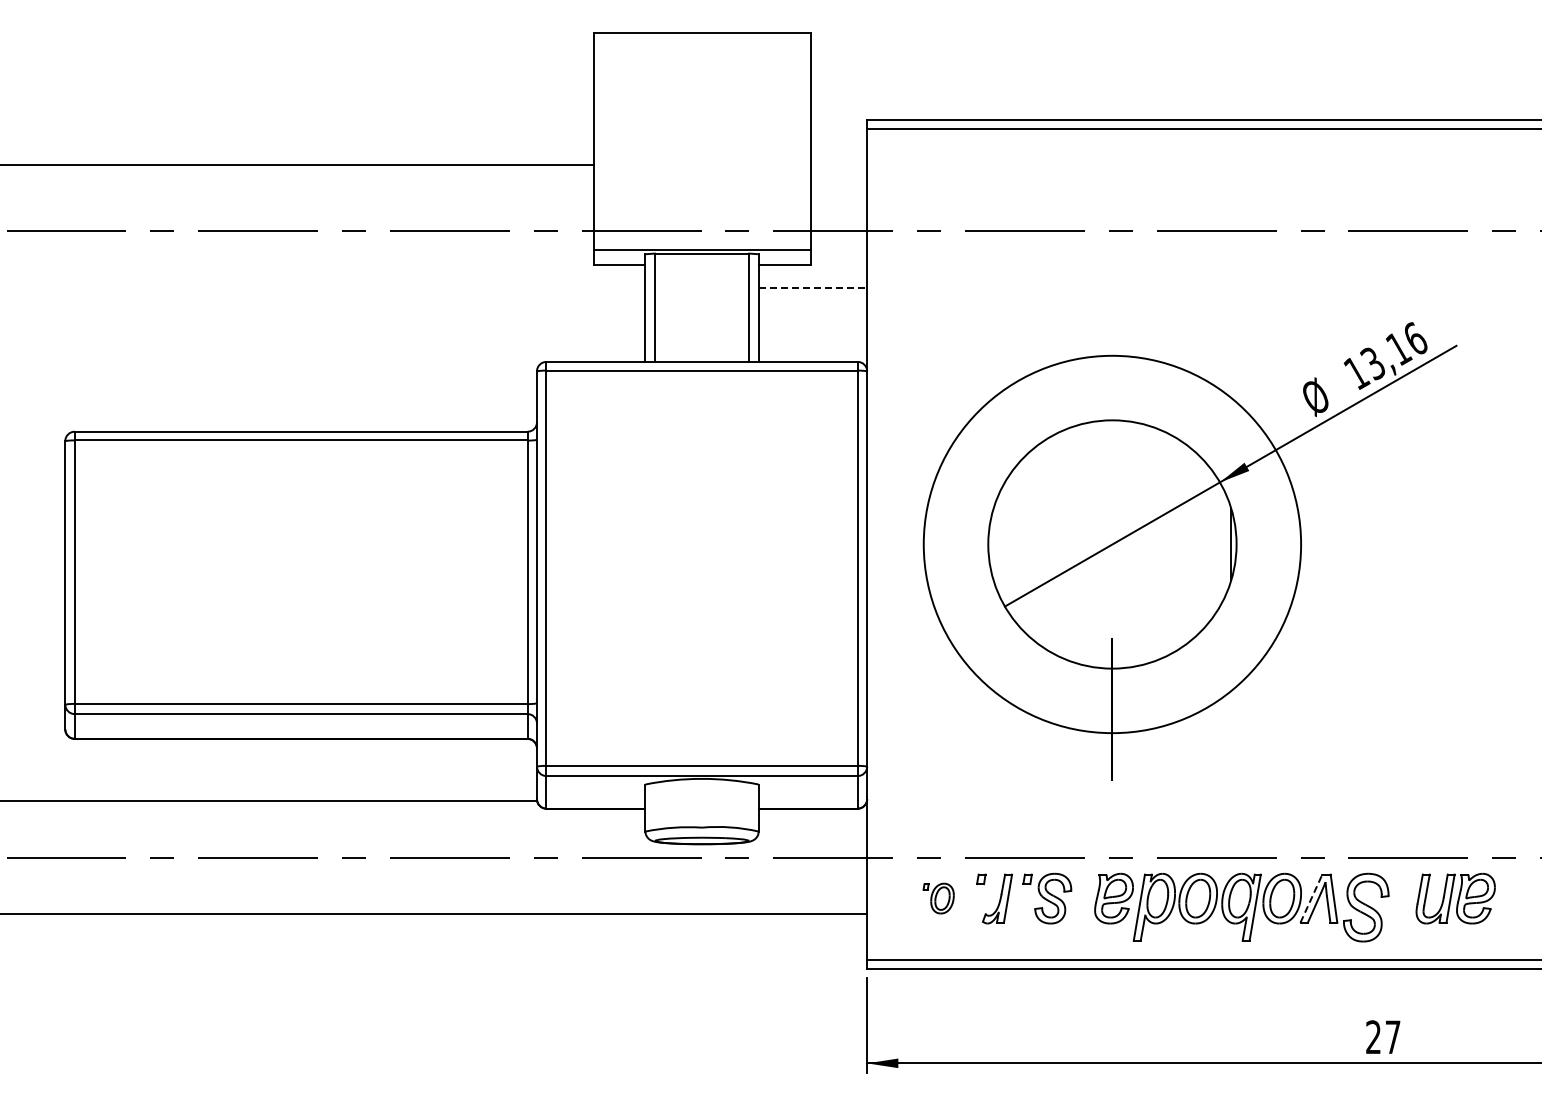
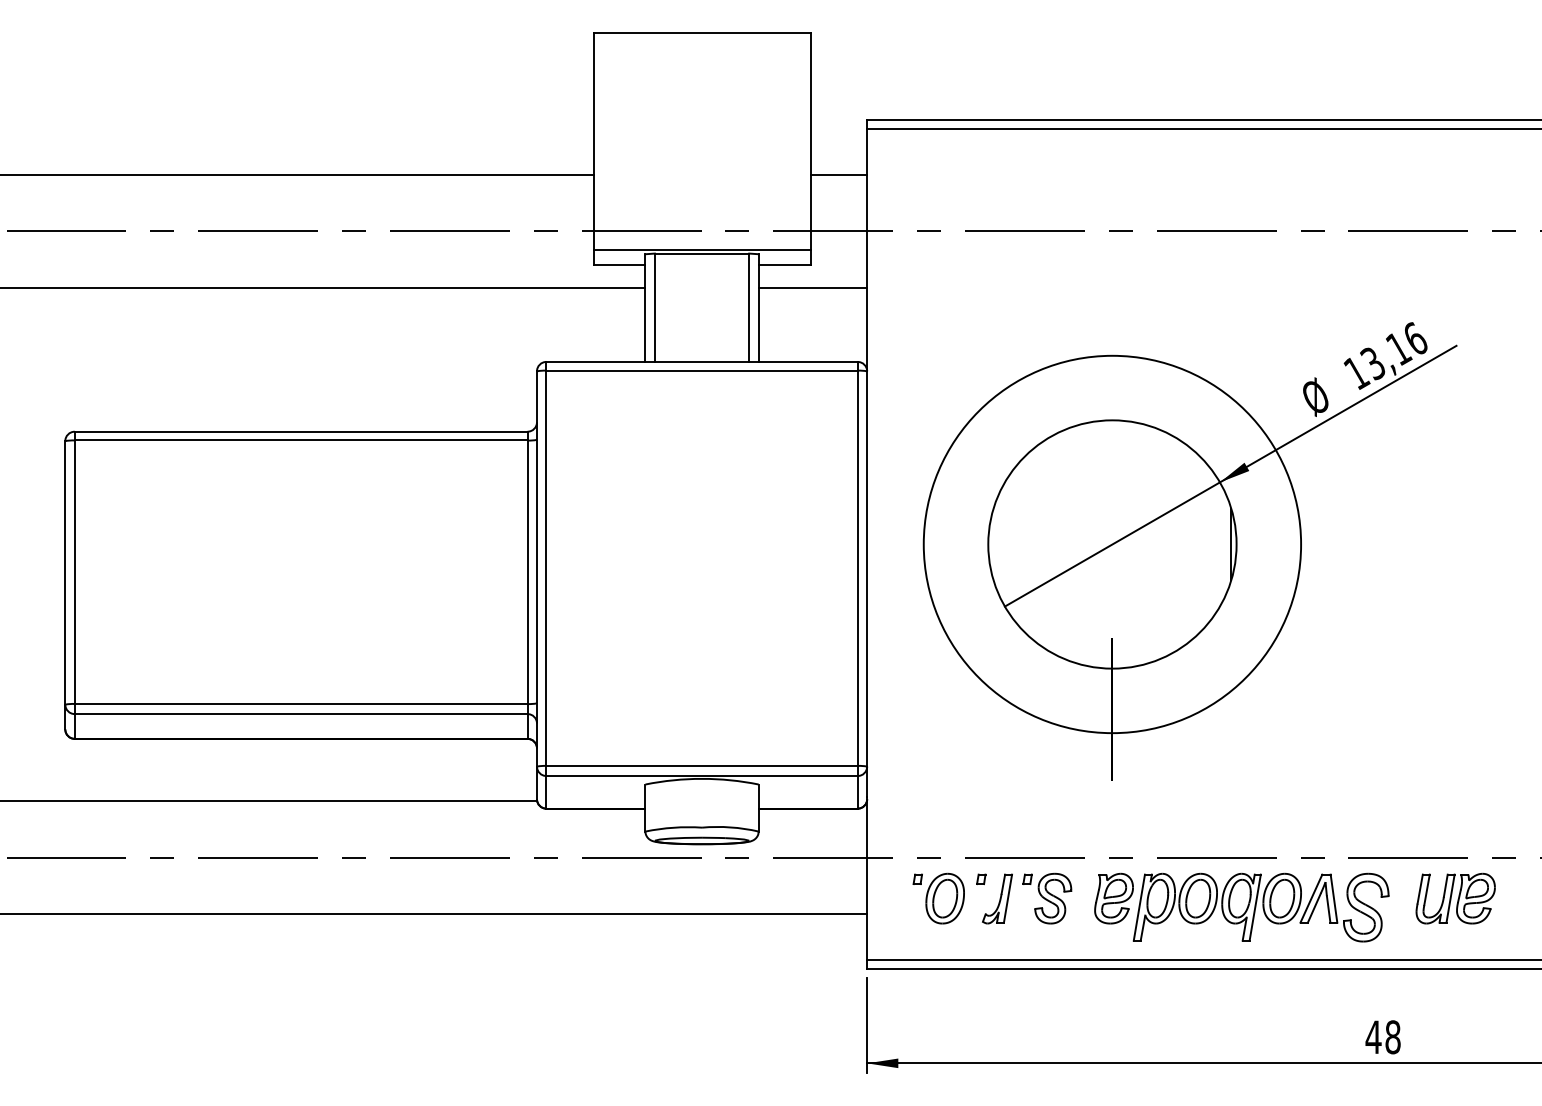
line at (297, 164) position: (297, 164) -> (297, 174)
line at (838, 174): none -> present
line at (323, 287): none -> present
line at (813, 287): dashed -> solid
part at (938, 898) size: 33x33 px -> 53x53 px
line at (1311, 898): dashed -> solid
text at (1382, 1037): 27 -> 48
